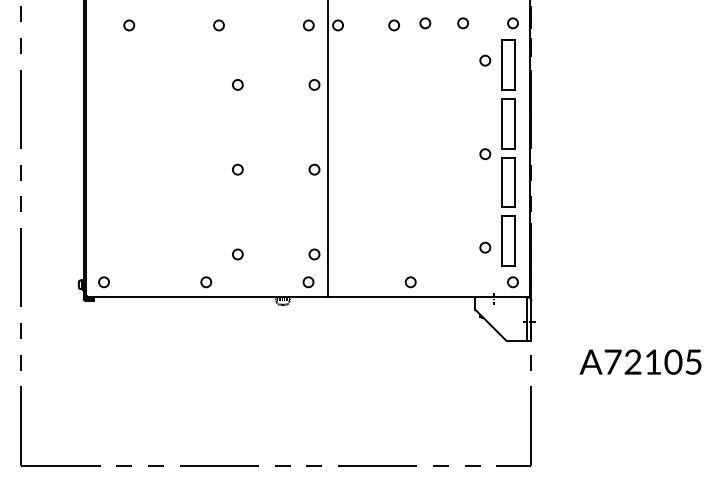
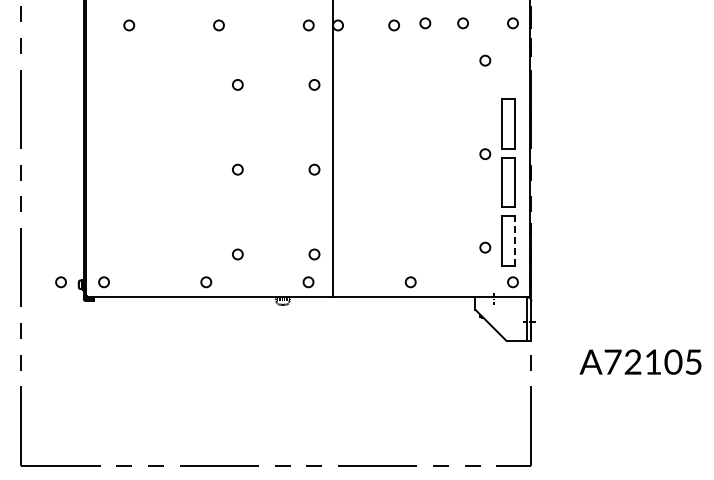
part at (508, 64): present -> none
line at (328, 149) position: (328, 149) -> (333, 149)
line at (514, 241): solid -> dashed
circle at (60, 282): none -> present
